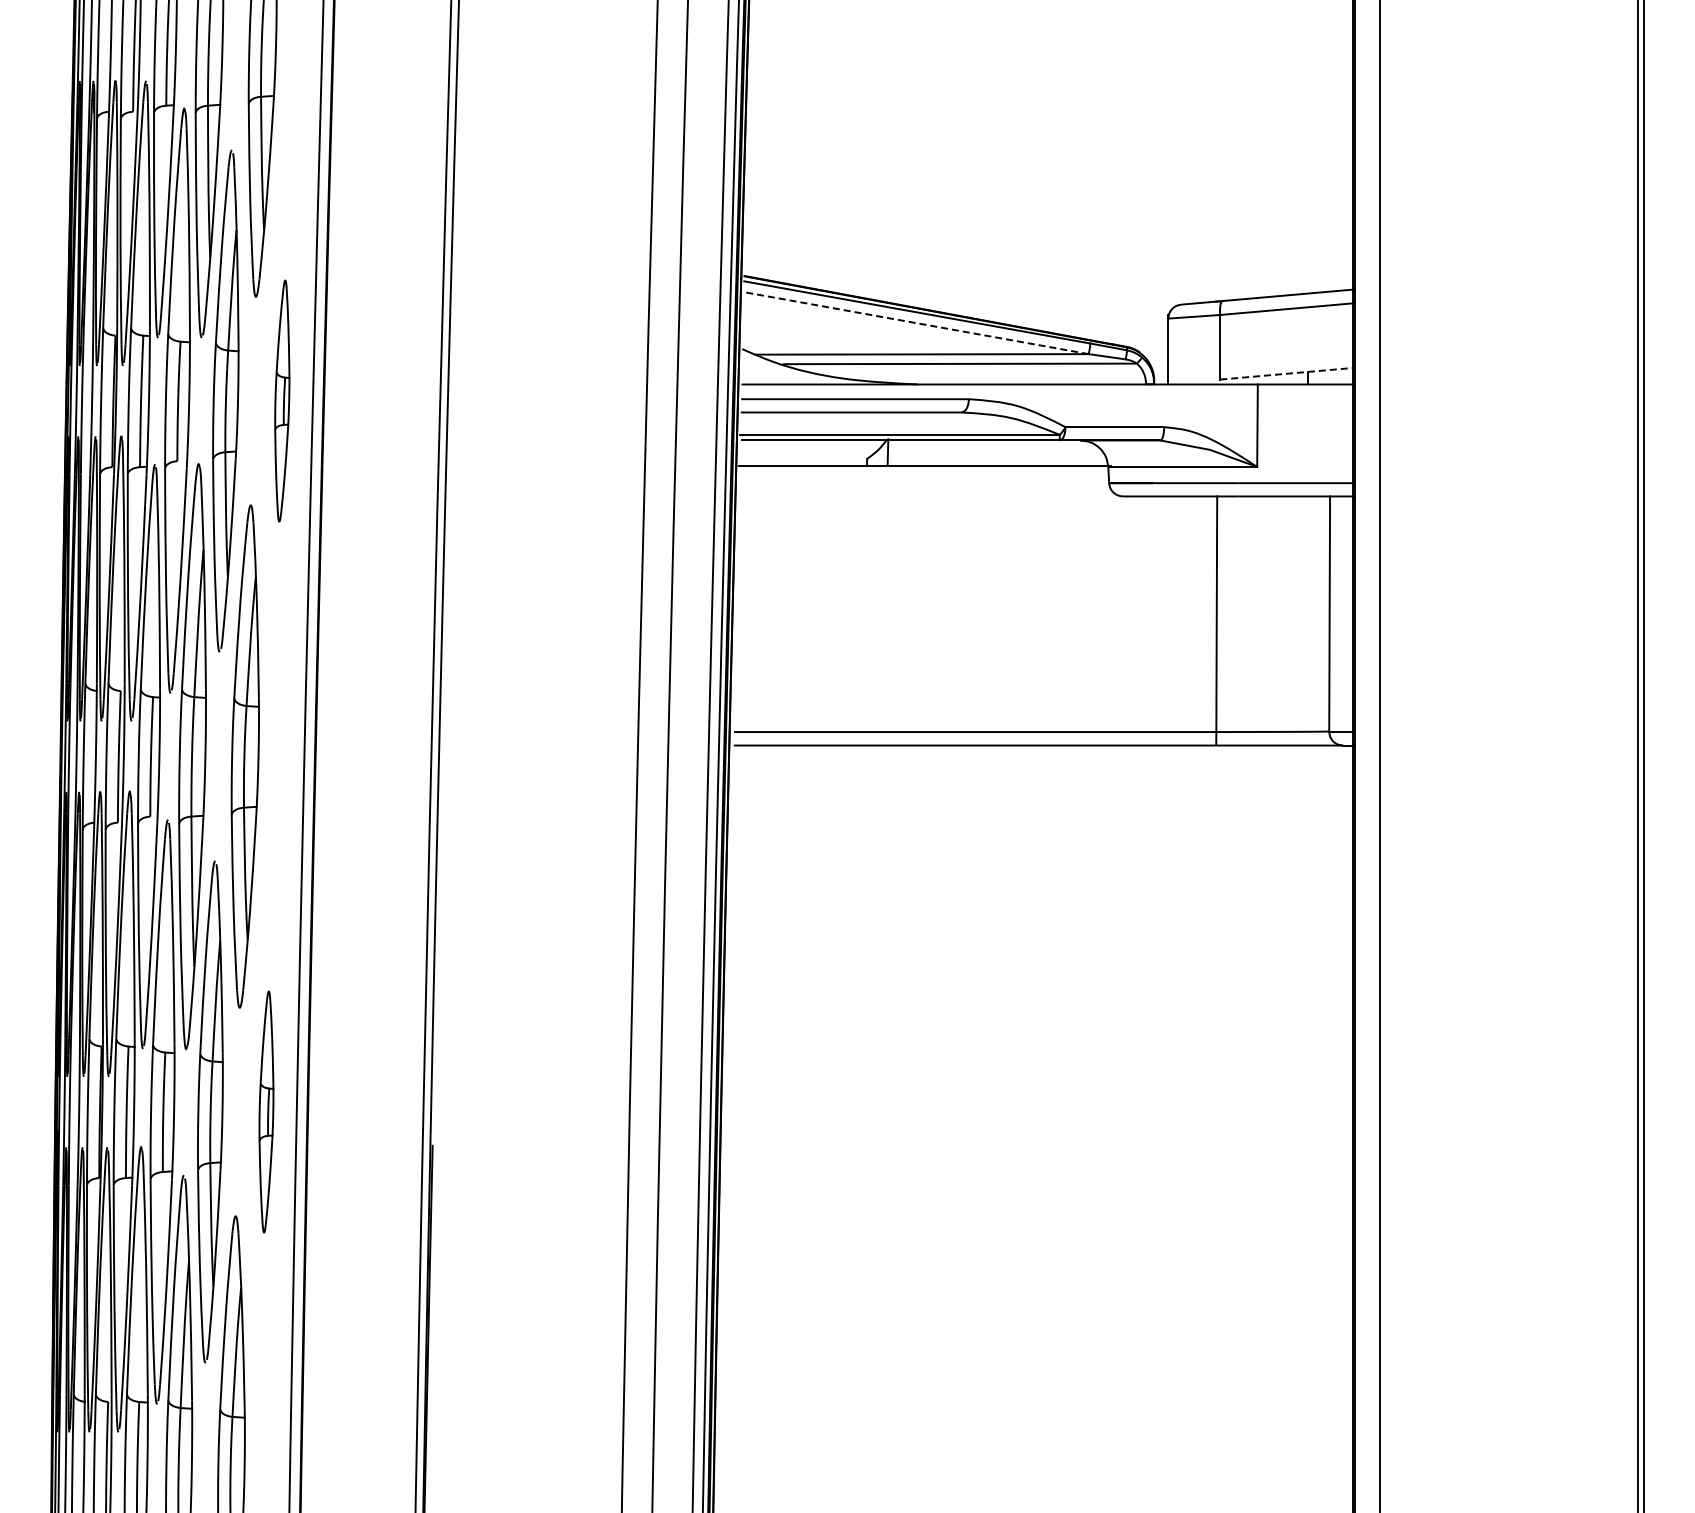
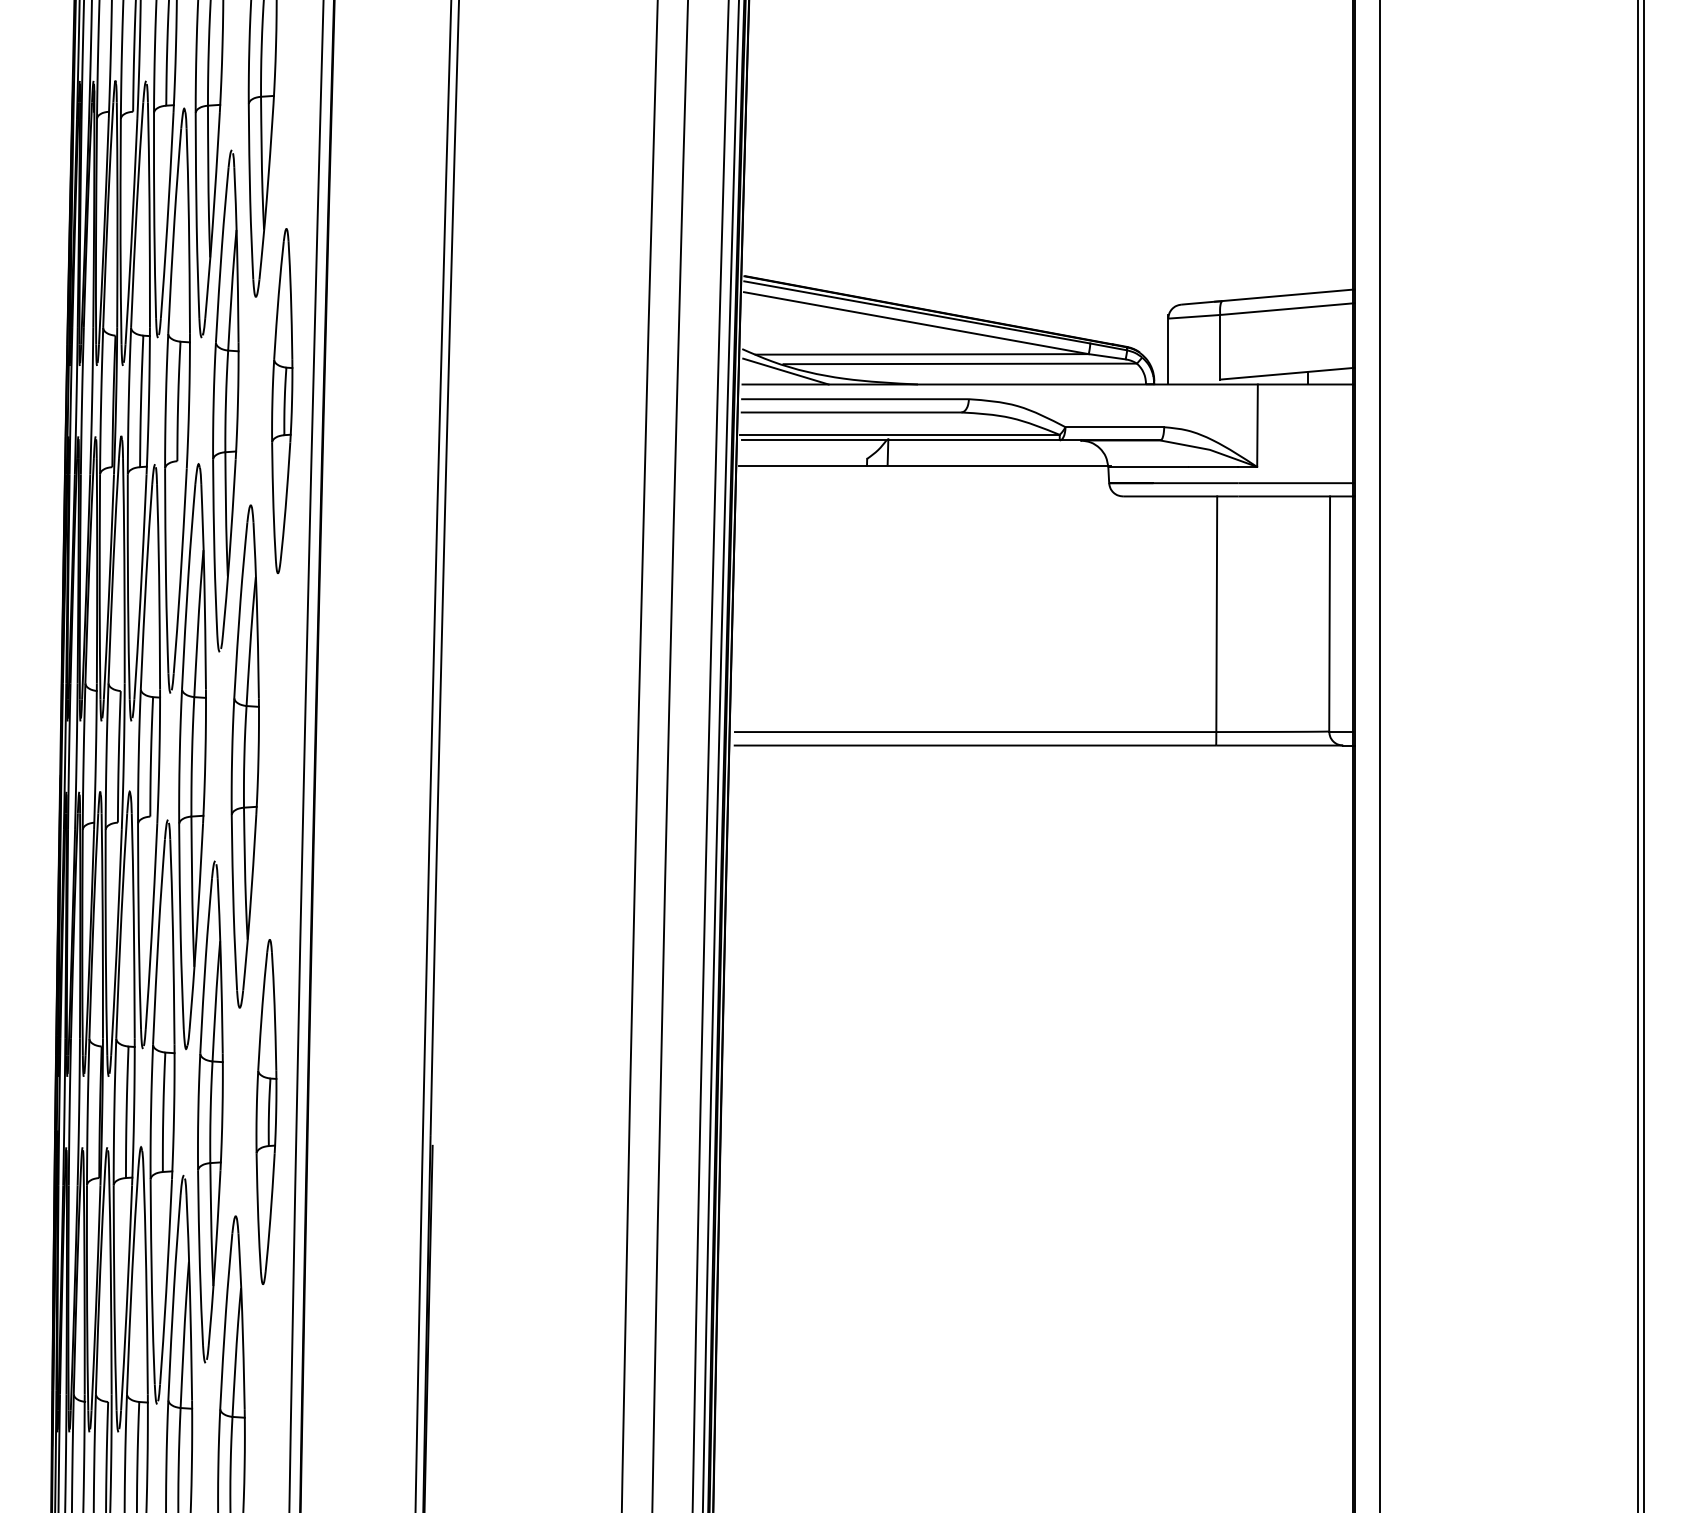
line at (915, 323): dashed -> solid
line at (785, 371): none -> present
line at (1287, 373): dashed -> solid
part at (282, 400) size: 17x244 px -> 23x346 px
part at (266, 1111) size: 17x244 px -> 23x346 px
